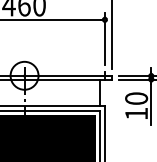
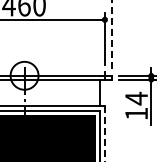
line at (111, 34): solid -> dashed
text at (136, 98): 10 -> 14
line at (104, 133): solid -> dashed
